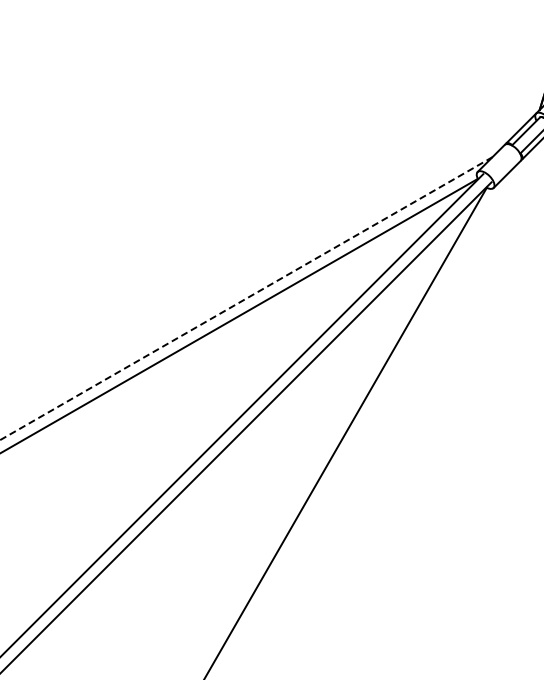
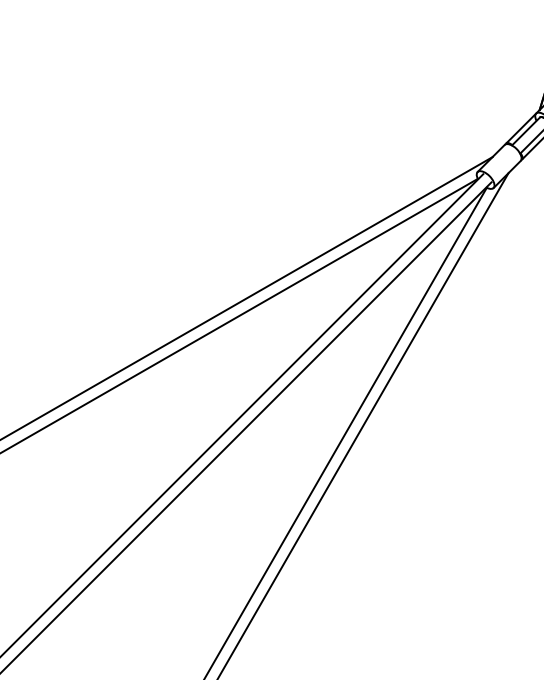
line at (246, 298): dashed -> solid
line at (363, 424): none -> present
